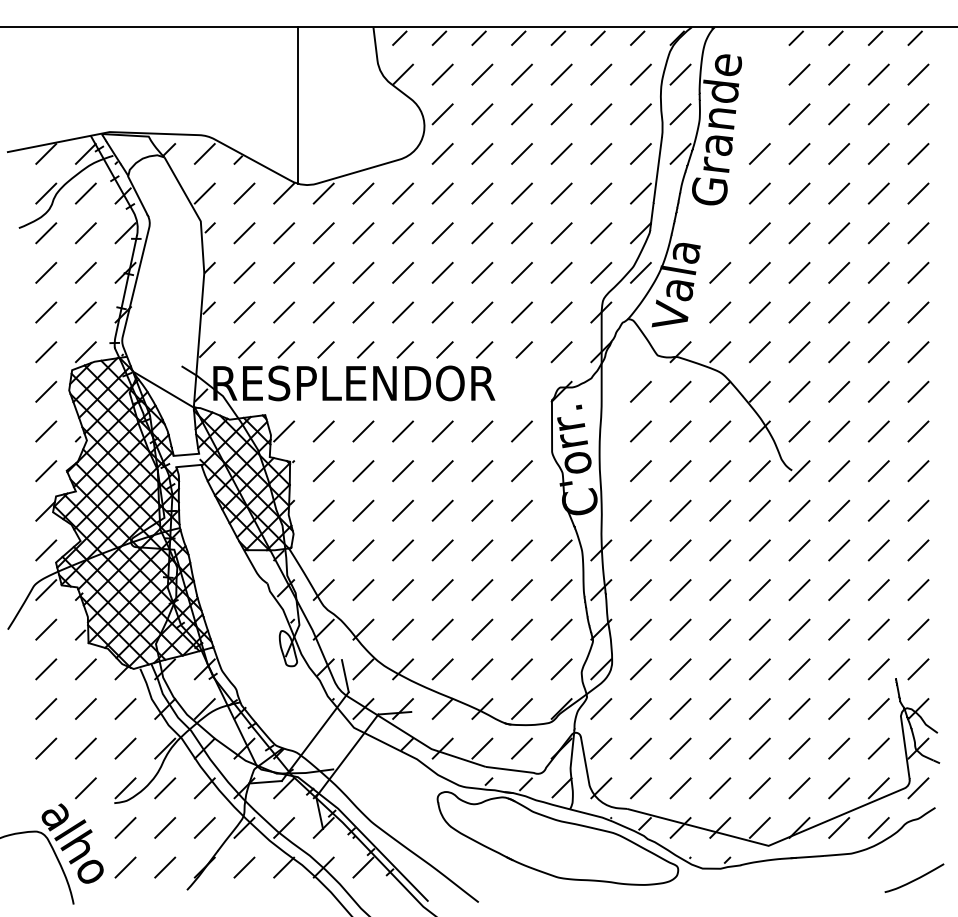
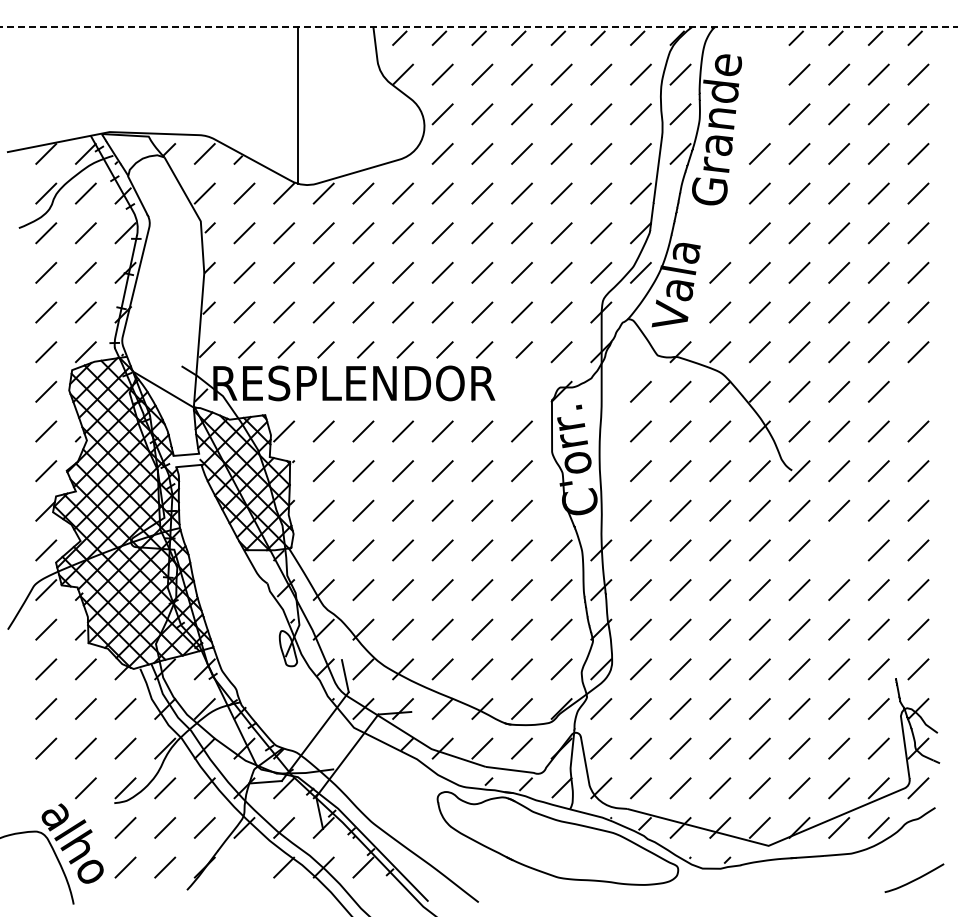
line at (479, 27): solid -> dashed
line at (918, 391): present -> none
line at (839, 550): present -> none
line at (244, 867): present -> none
